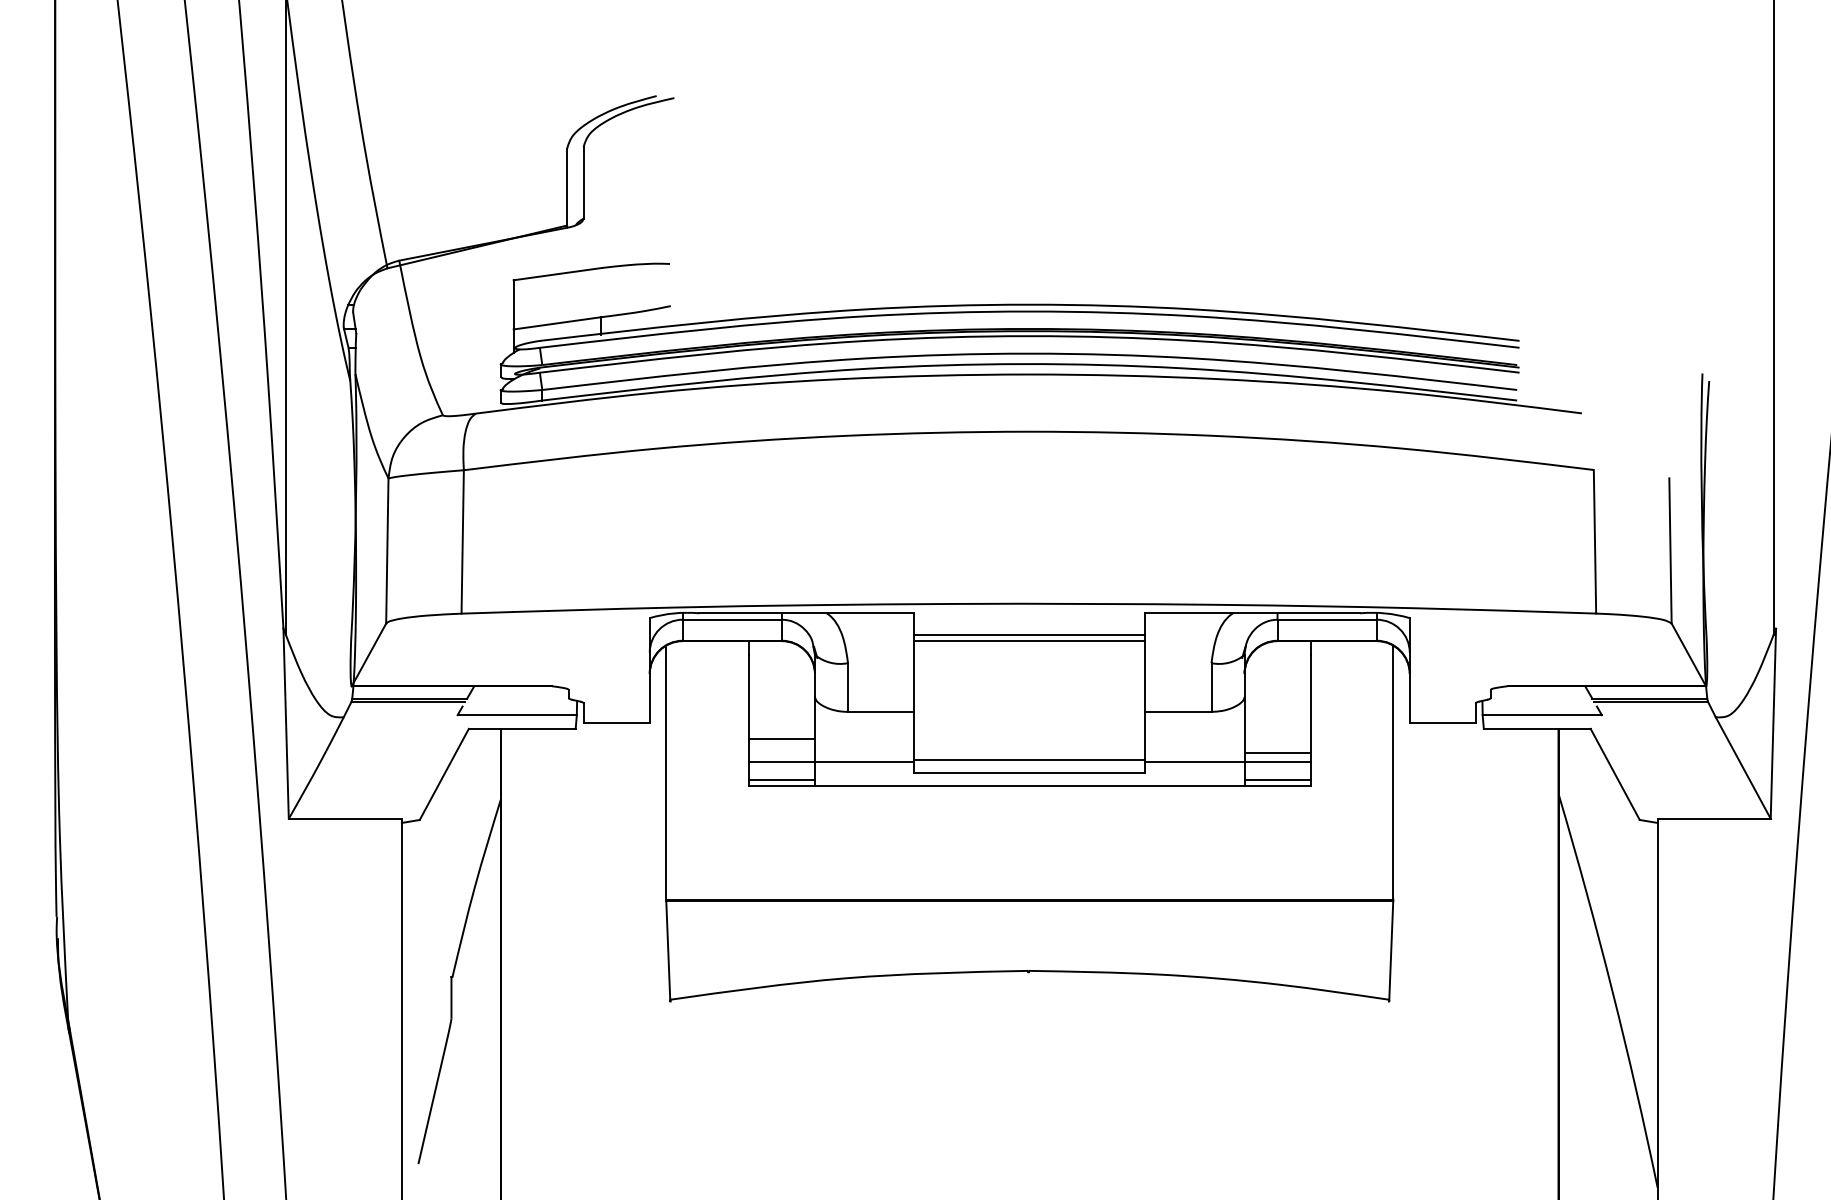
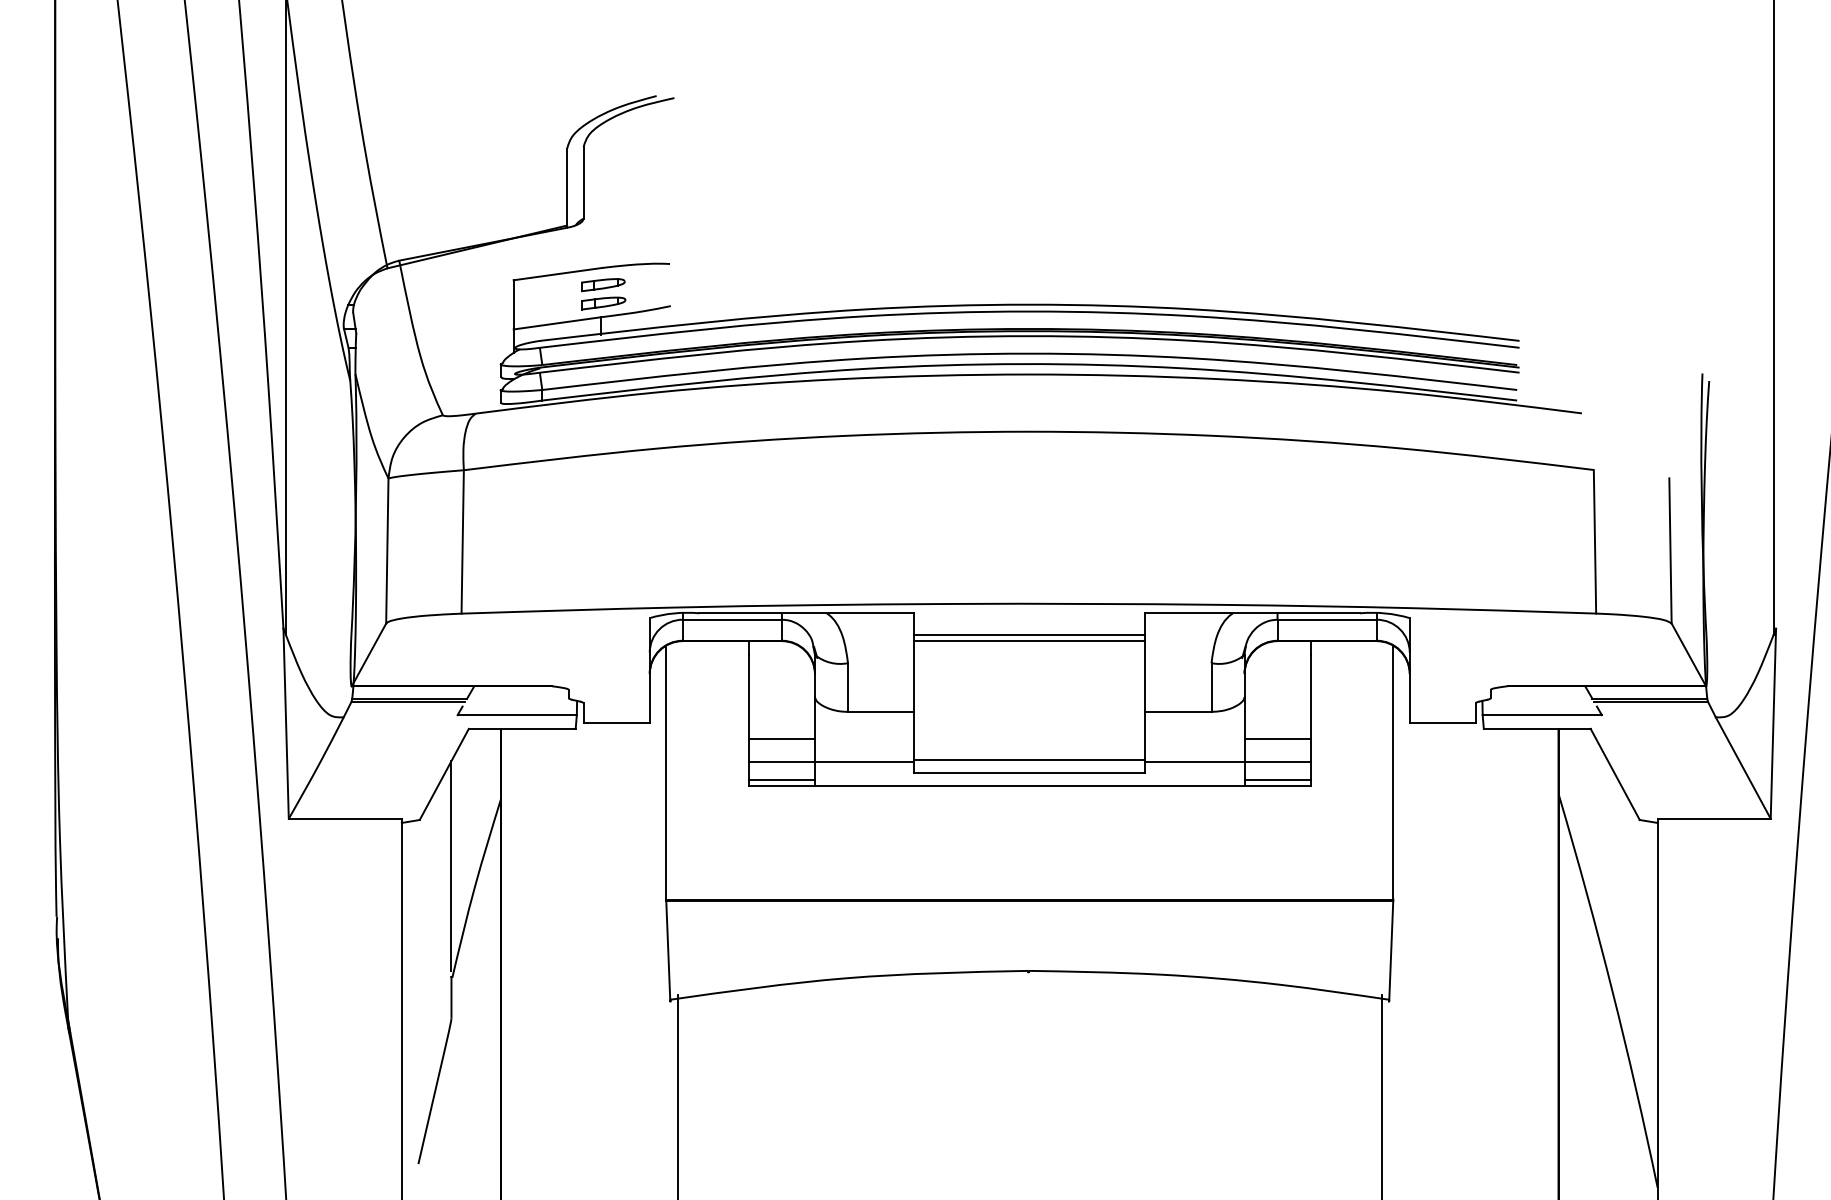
part at (603, 294): none -> present
line at (1277, 753) position: (1277, 753) -> (1277, 739)
line at (451, 865): none -> present
line at (677, 1095): none -> present
line at (1381, 1095): none -> present
